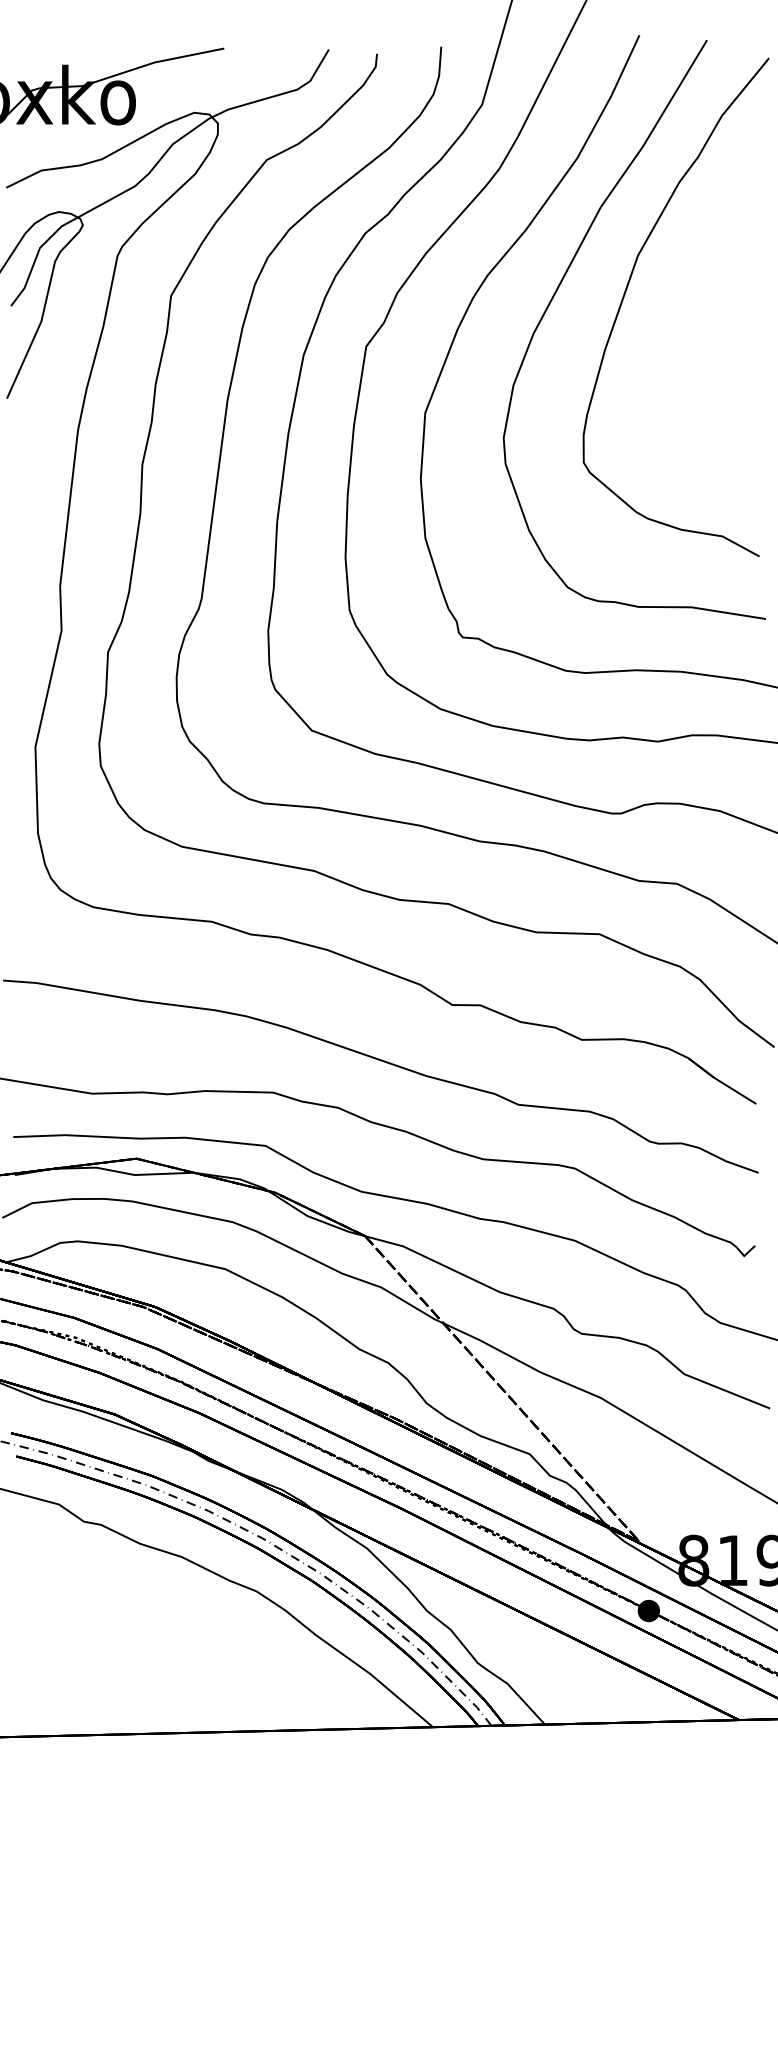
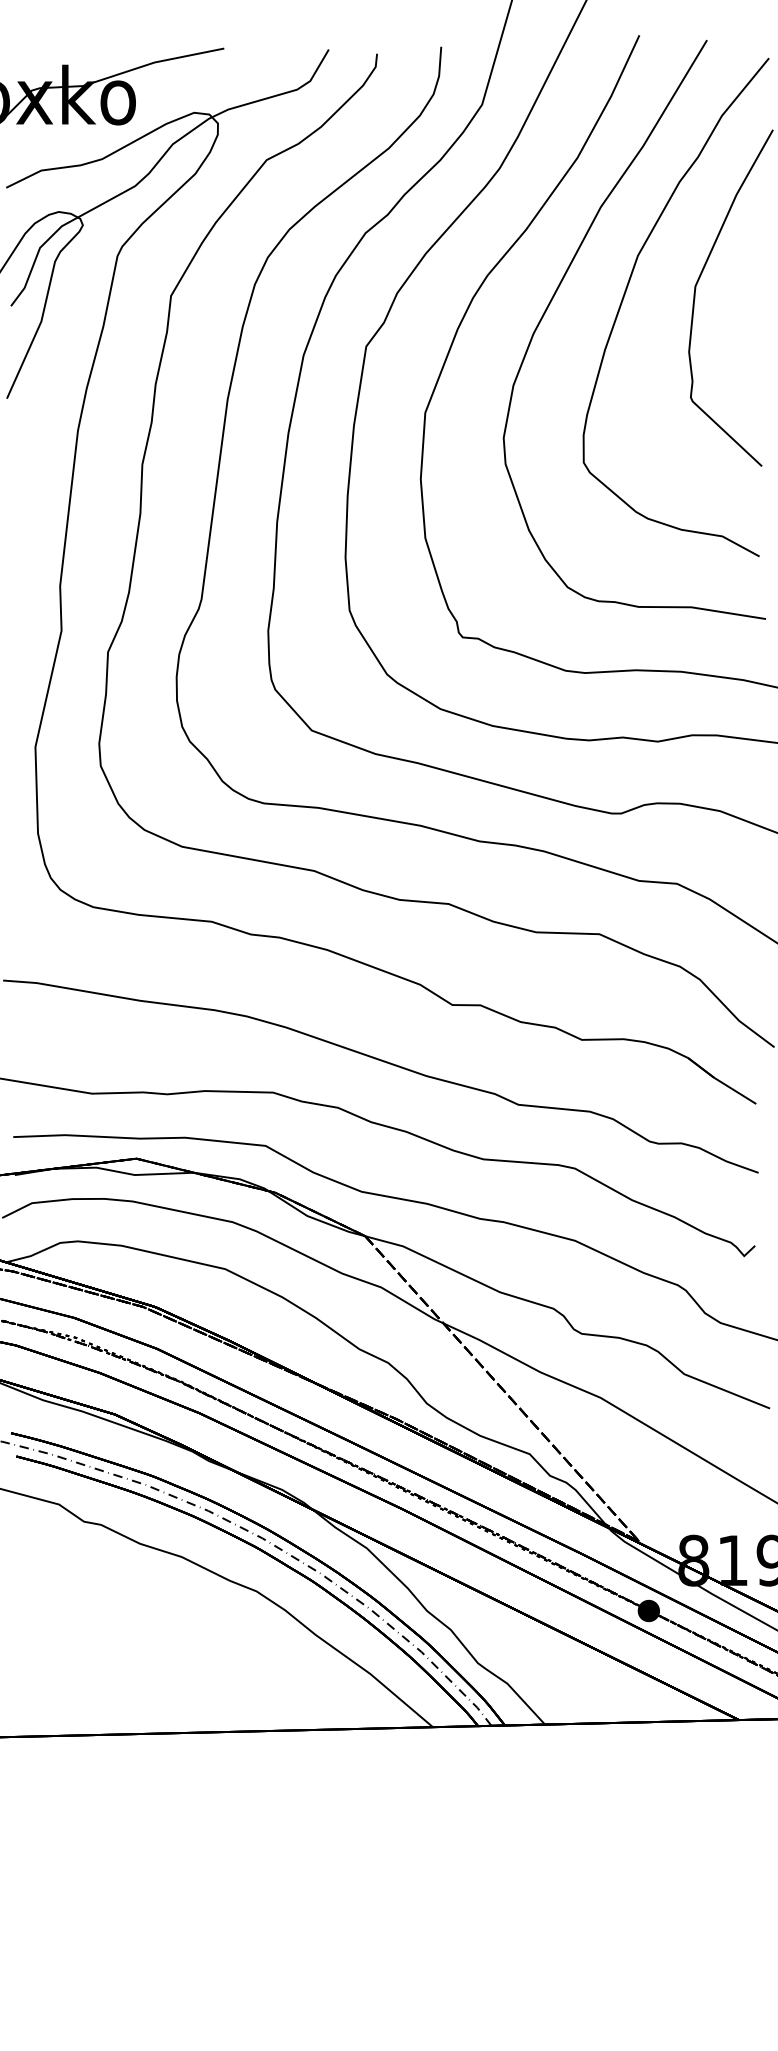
curve at (695, 297): none -> present
